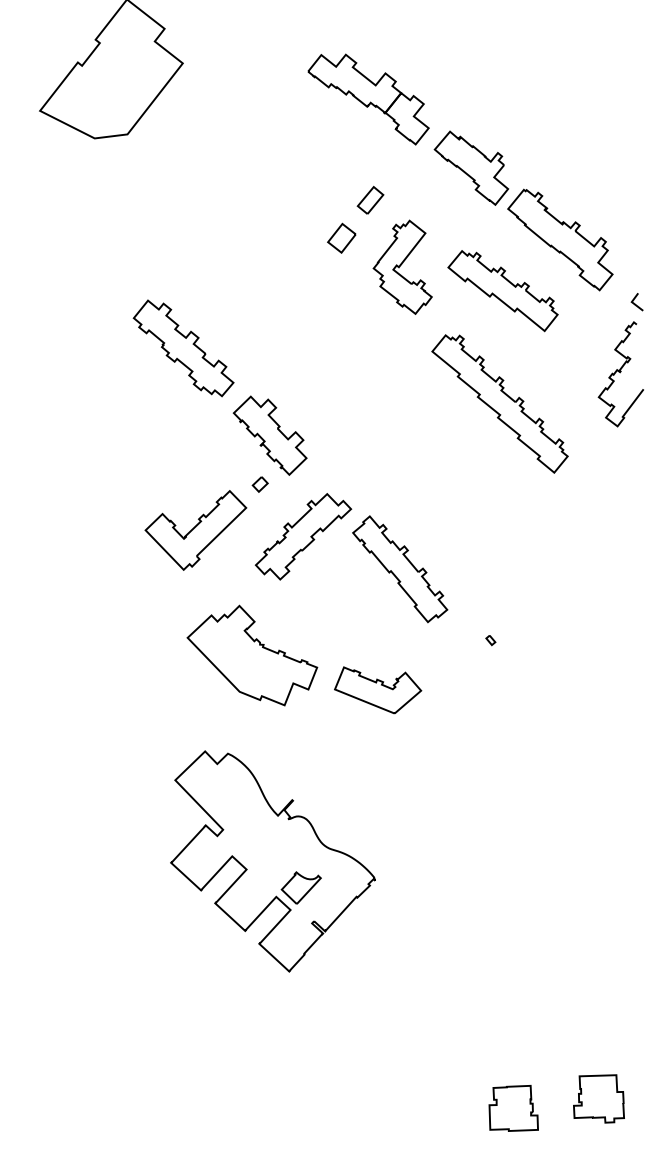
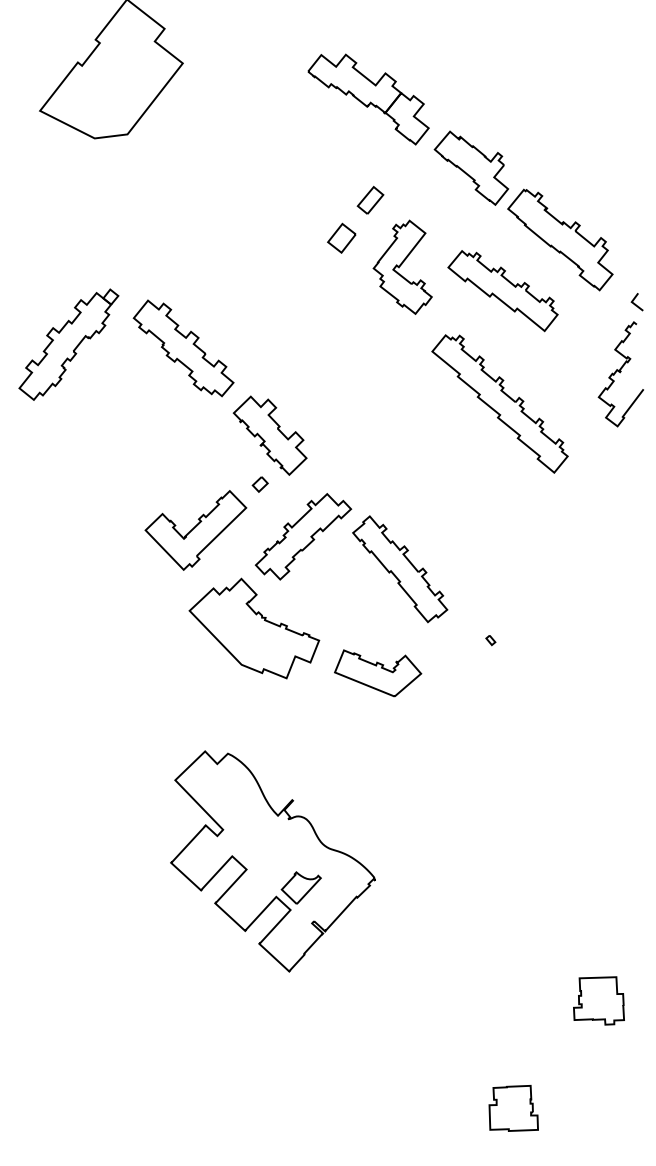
part at (68, 344): none -> present
part at (252, 655) position: (252, 655) -> (254, 628)
part at (378, 690) position: (378, 690) -> (378, 673)
part at (598, 1098) position: (598, 1098) -> (598, 1000)
